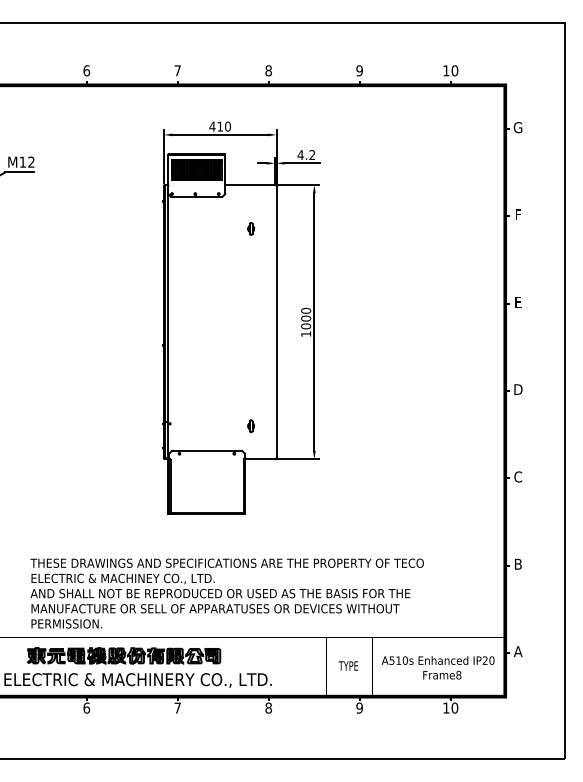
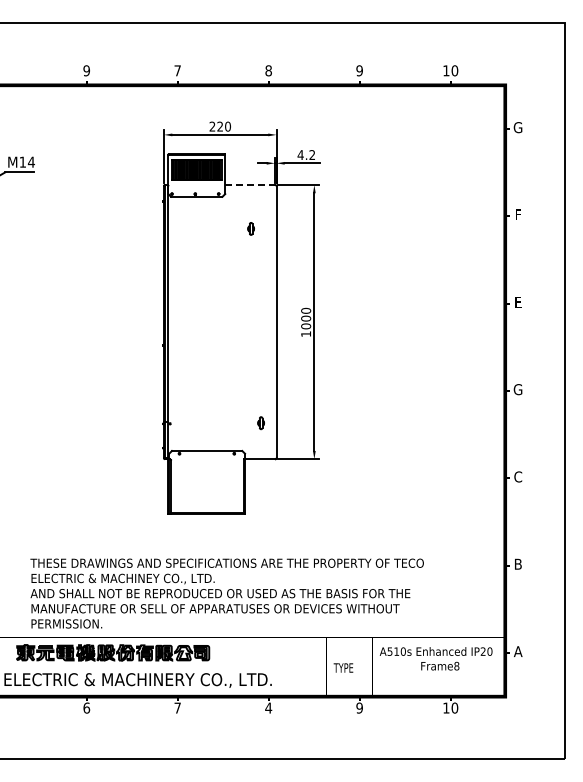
text at (86, 70): 6 -> 9
text at (215, 126): 410 -> 220
text at (30, 161): M12 -> M14
line at (250, 185): solid -> dashed
text at (517, 389): D -> G
part at (250, 426) position: (250, 426) -> (260, 423)
part at (124, 655) position: (124, 655) -> (113, 652)
text at (348, 665) position: (348, 665) -> (343, 667)
text at (437, 667) position: (437, 667) -> (435, 658)
text at (268, 707): 8 -> 4
